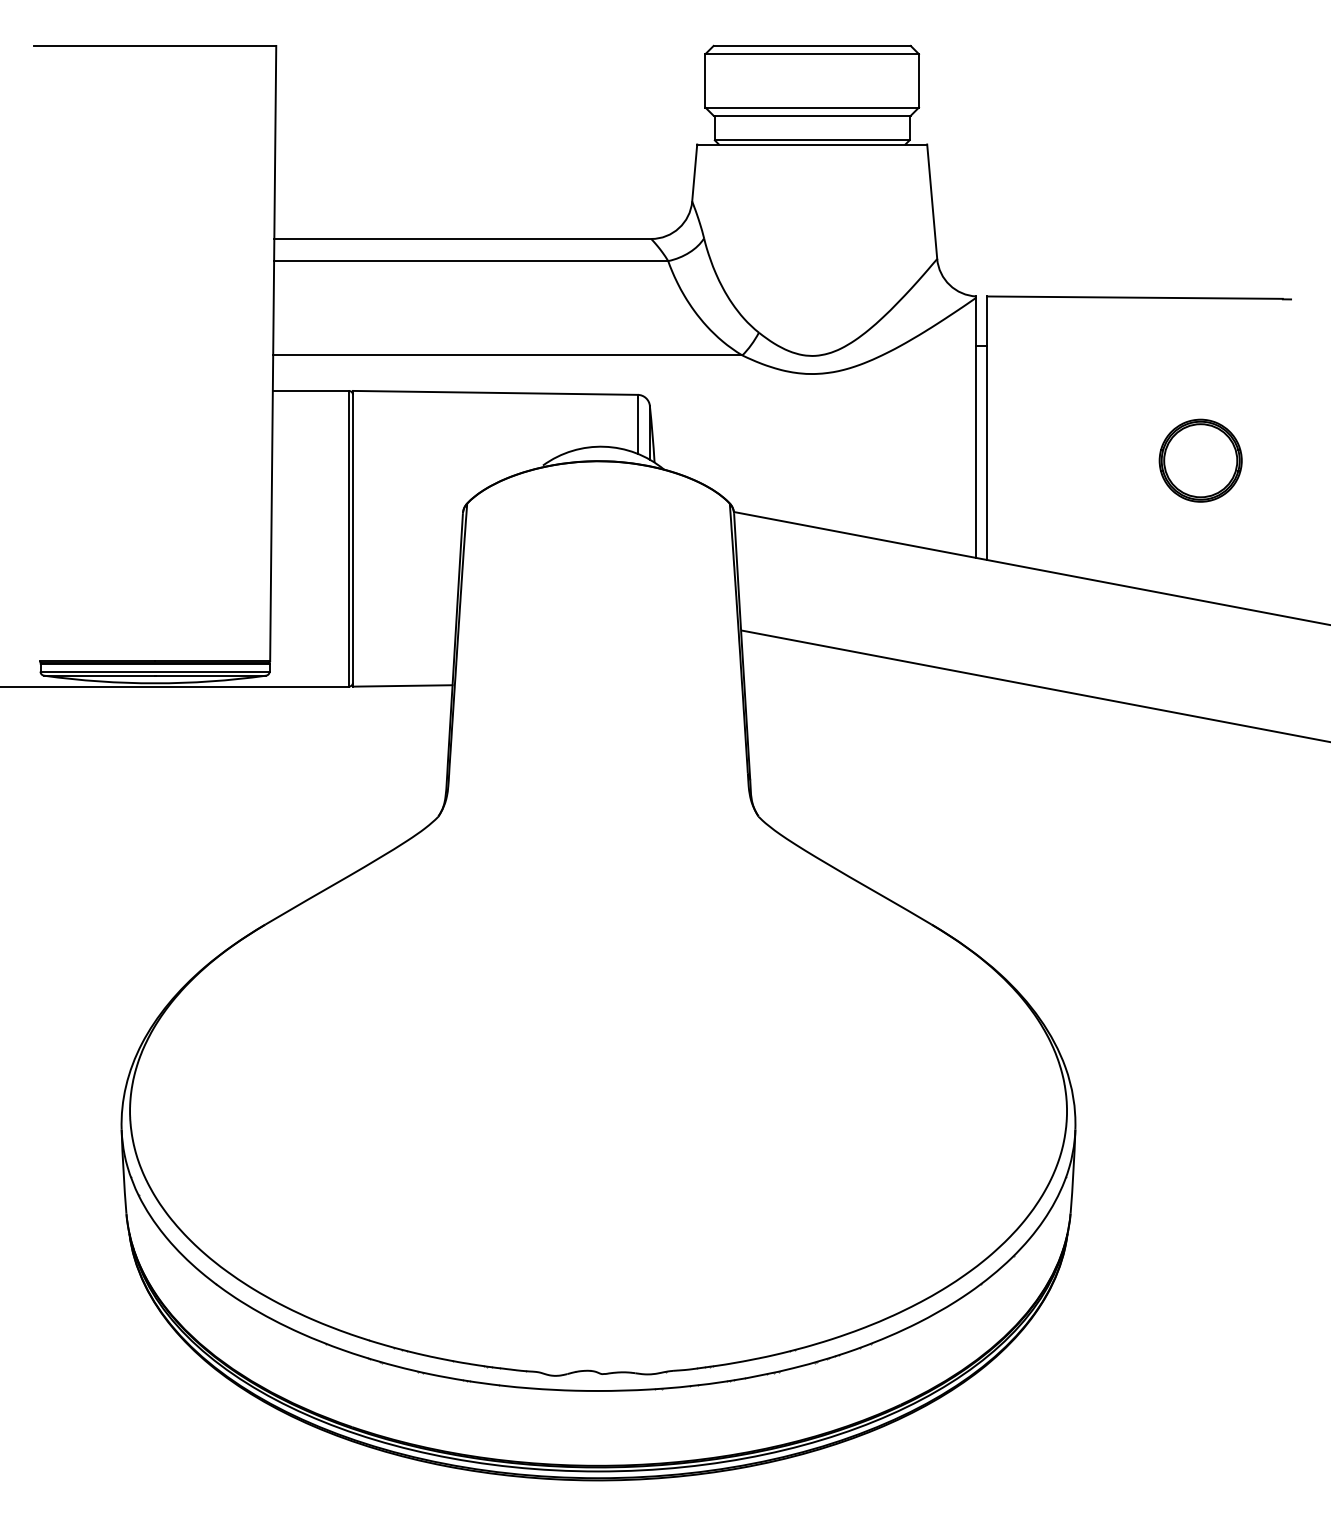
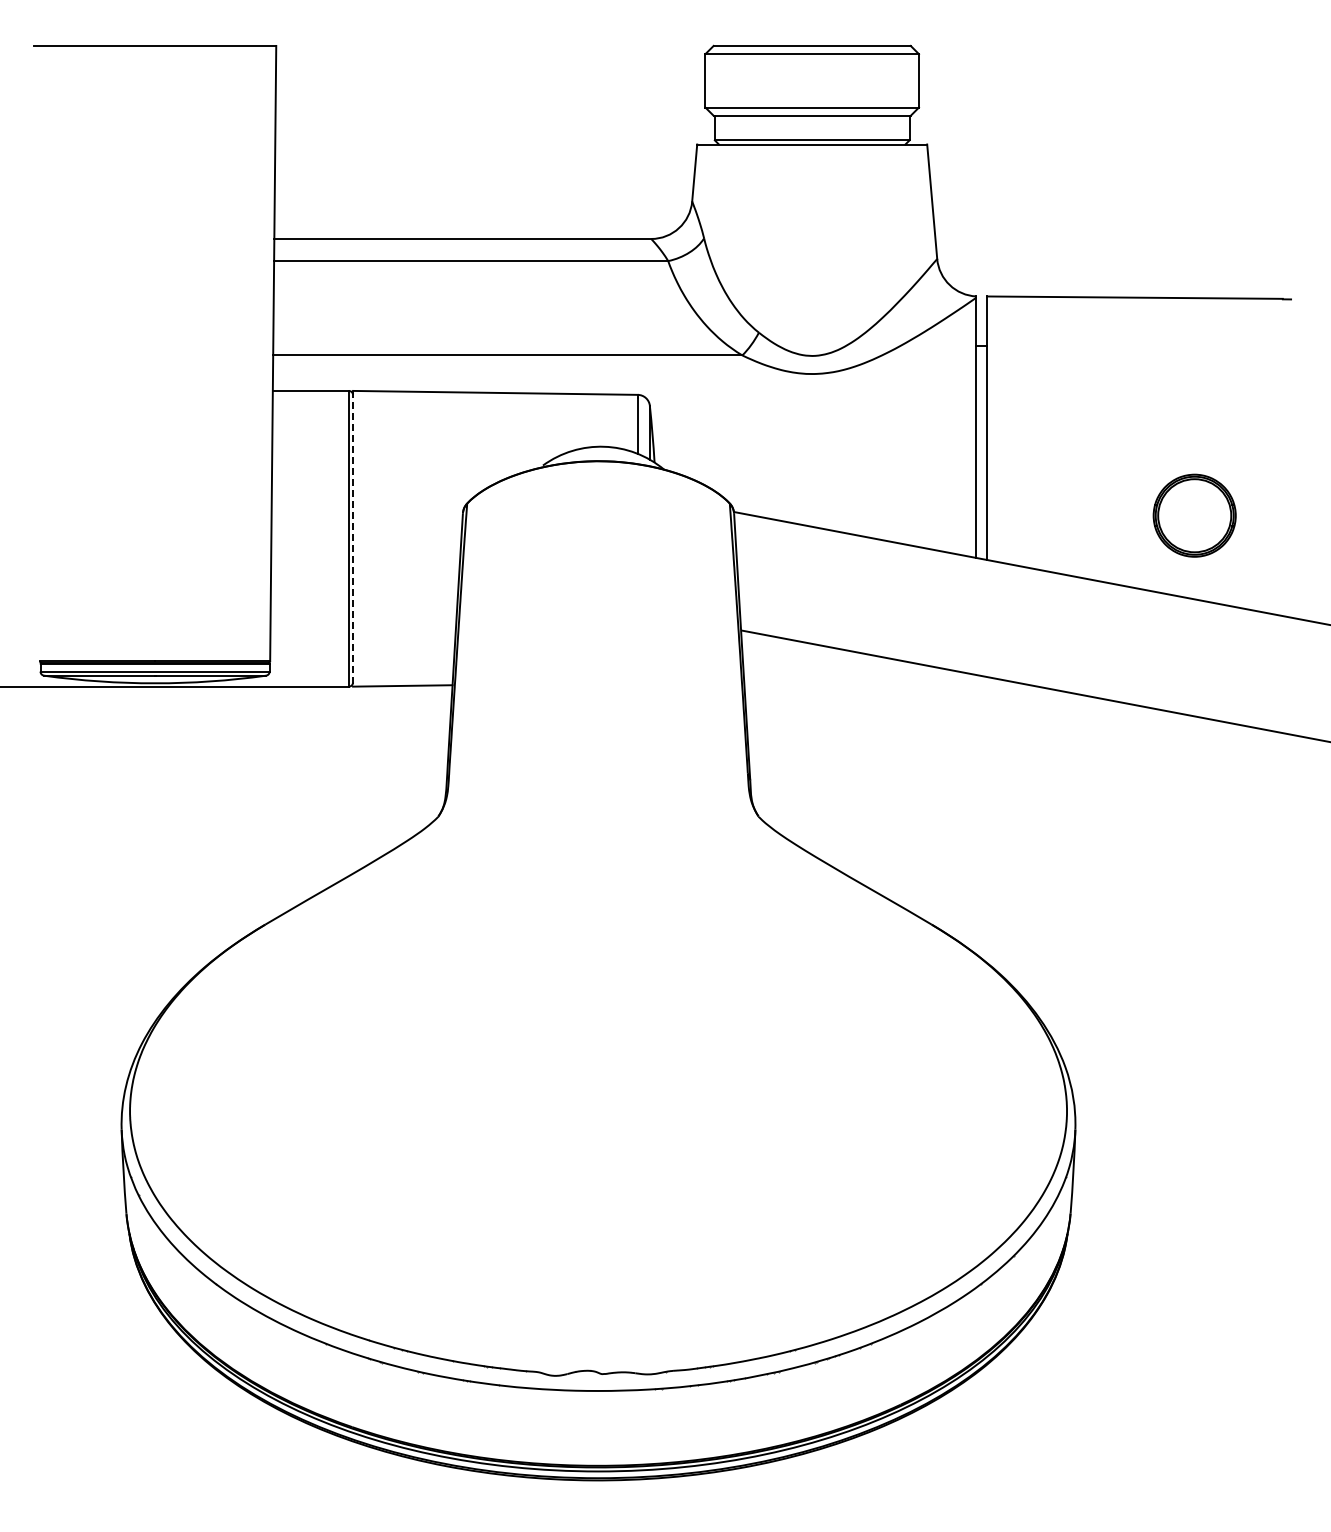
part at (1200, 460) position: (1200, 460) -> (1194, 515)
line at (353, 538): solid -> dashed
